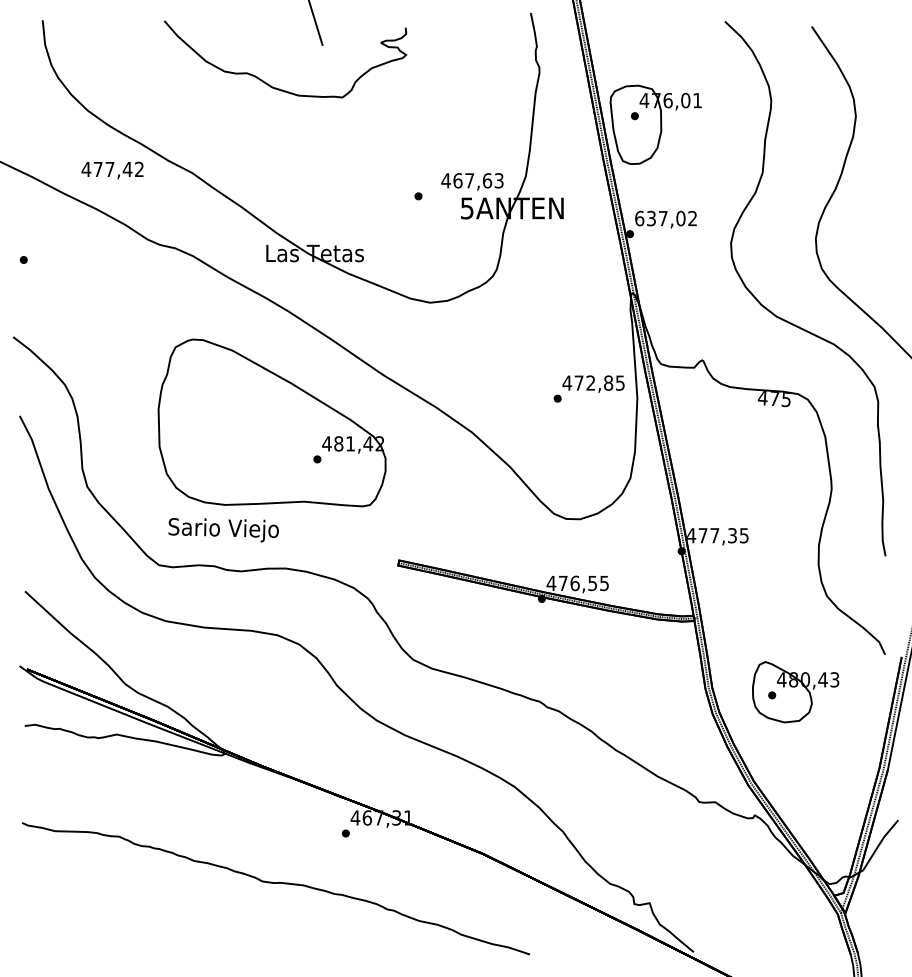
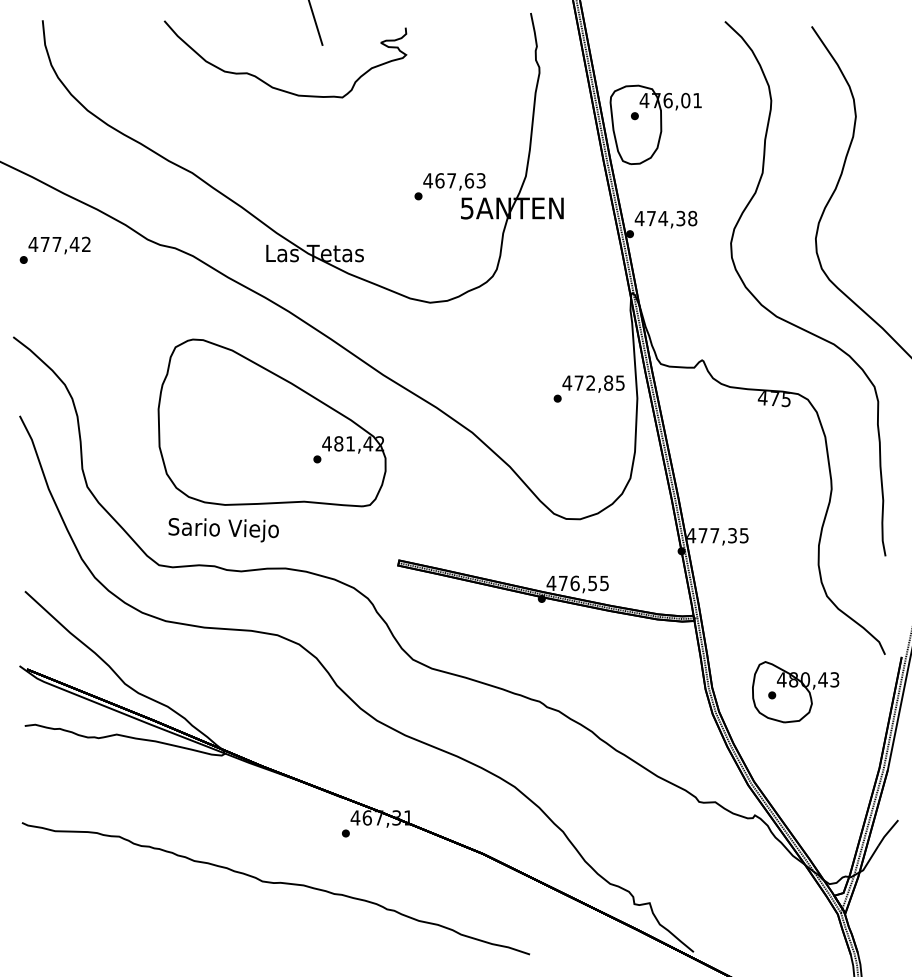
text at (112, 170) position: (112, 170) -> (59, 245)
text at (472, 181) position: (472, 181) -> (454, 181)
text at (665, 218): 637,02 -> 474,38
